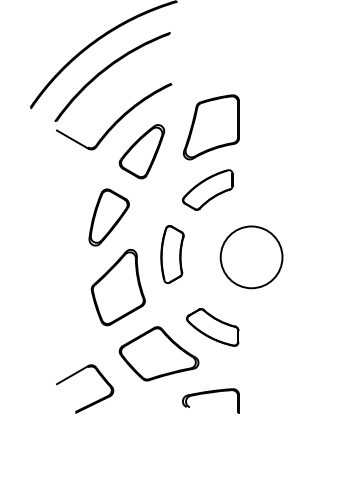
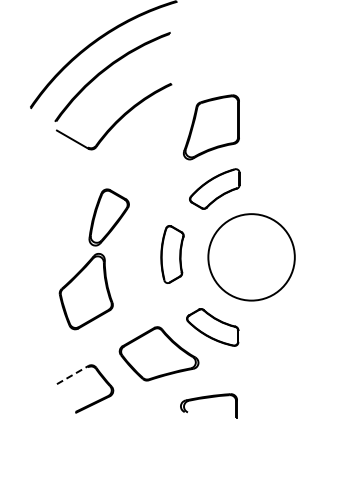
part at (141, 151): present -> none
part at (207, 189) position: (207, 189) -> (214, 188)
circle at (251, 257) diameter: 62 px -> 86 px
part at (117, 287) position: (117, 287) -> (85, 291)
line at (73, 374): solid -> dashed
part at (210, 393) position: (210, 393) -> (208, 398)
